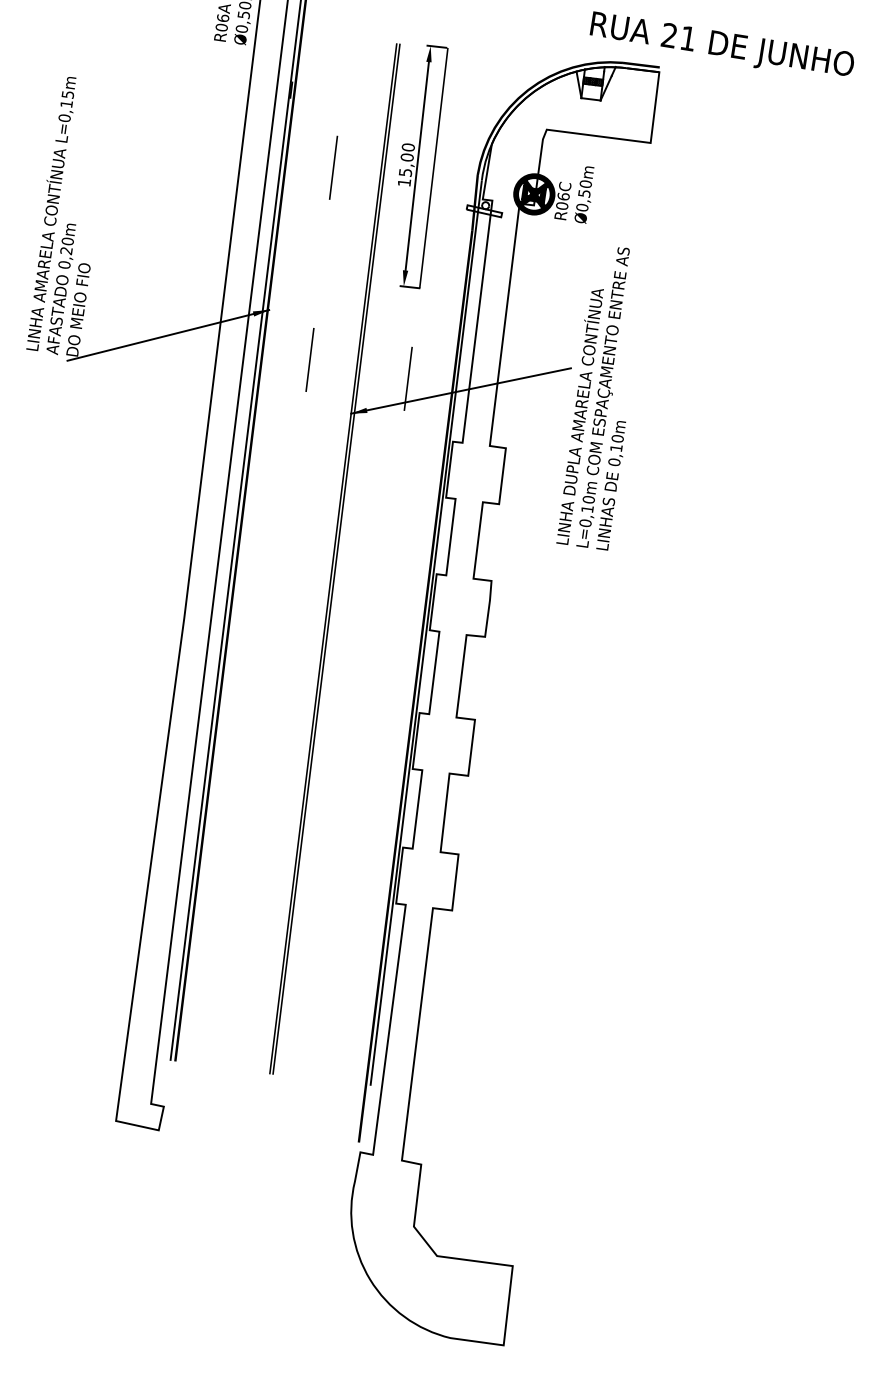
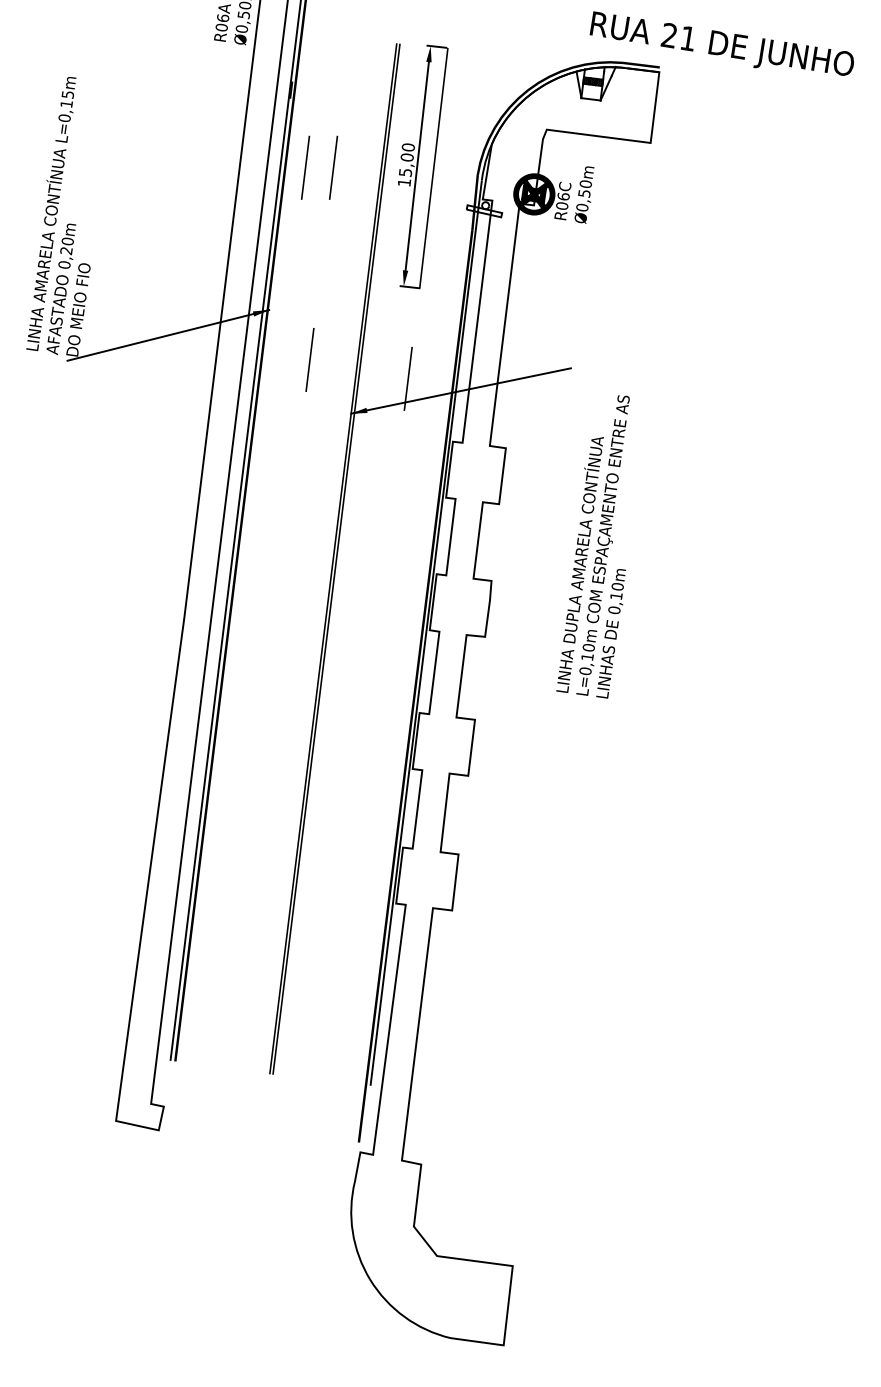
line at (305, 167): none -> present
text at (592, 398) position: (592, 398) -> (592, 546)
